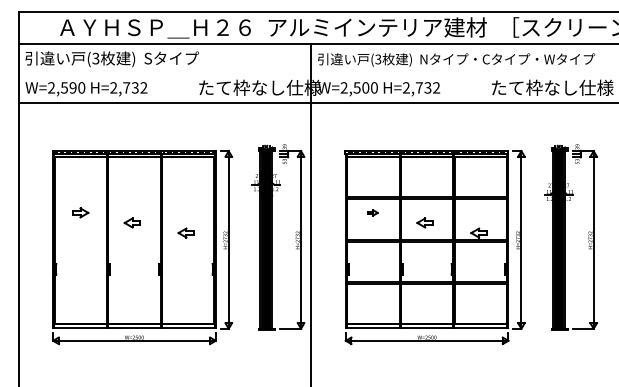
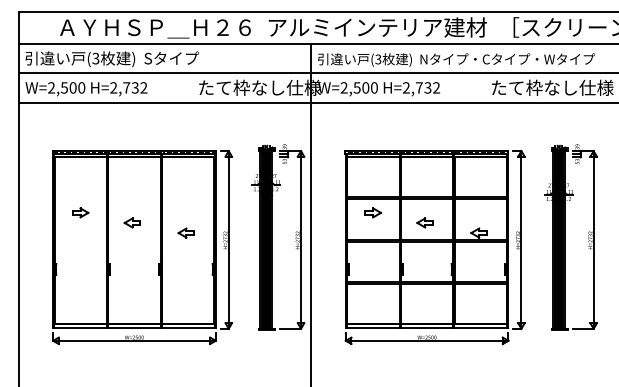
line at (316, 73): none -> present
text at (72, 87): W=2,590 -> W=2,500
part at (372, 212) size: 12x8 px -> 18x12 px
